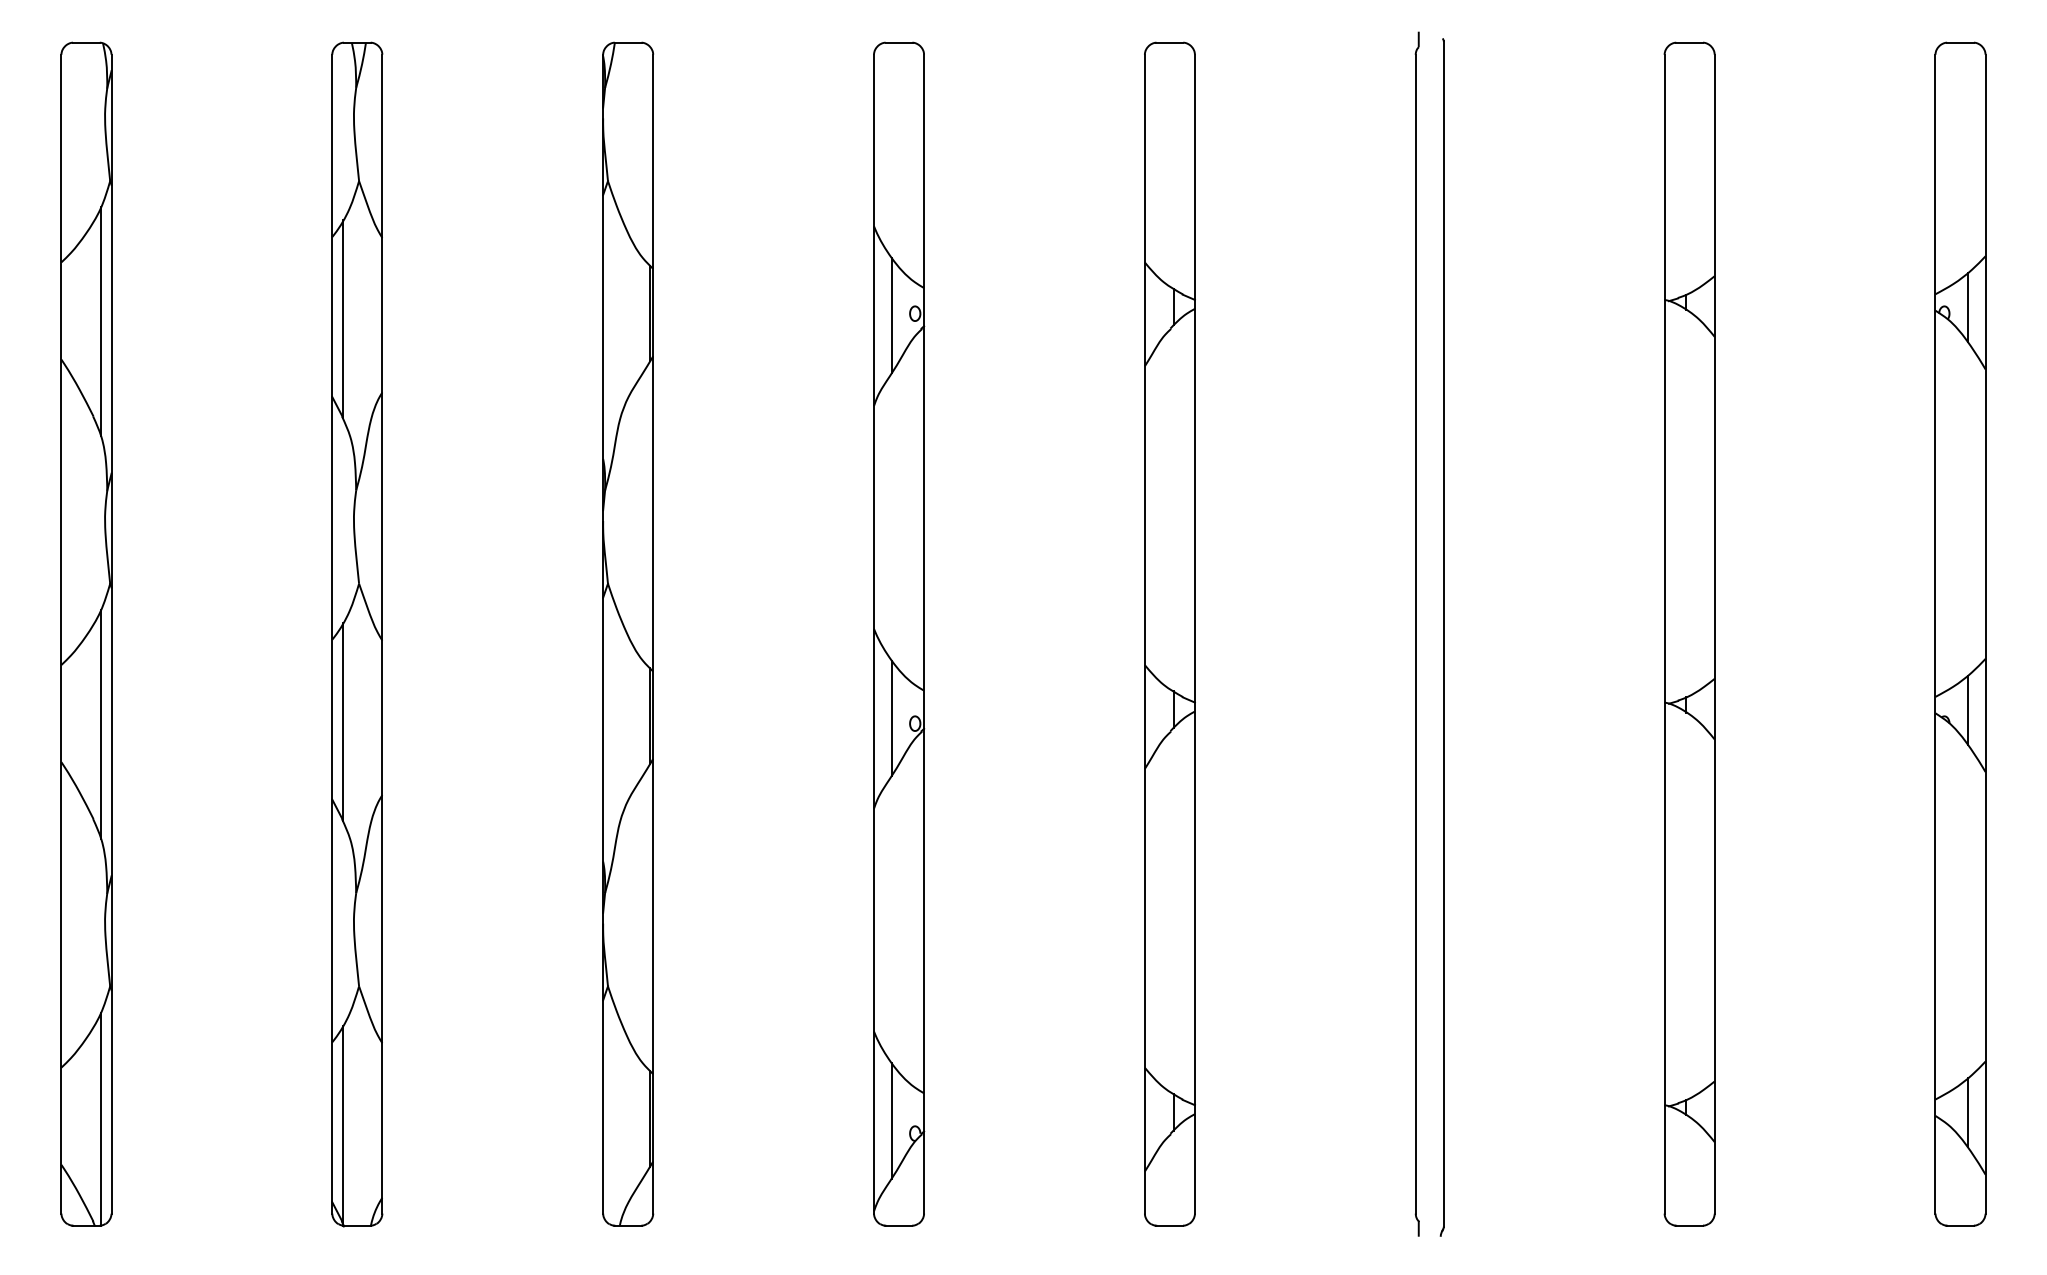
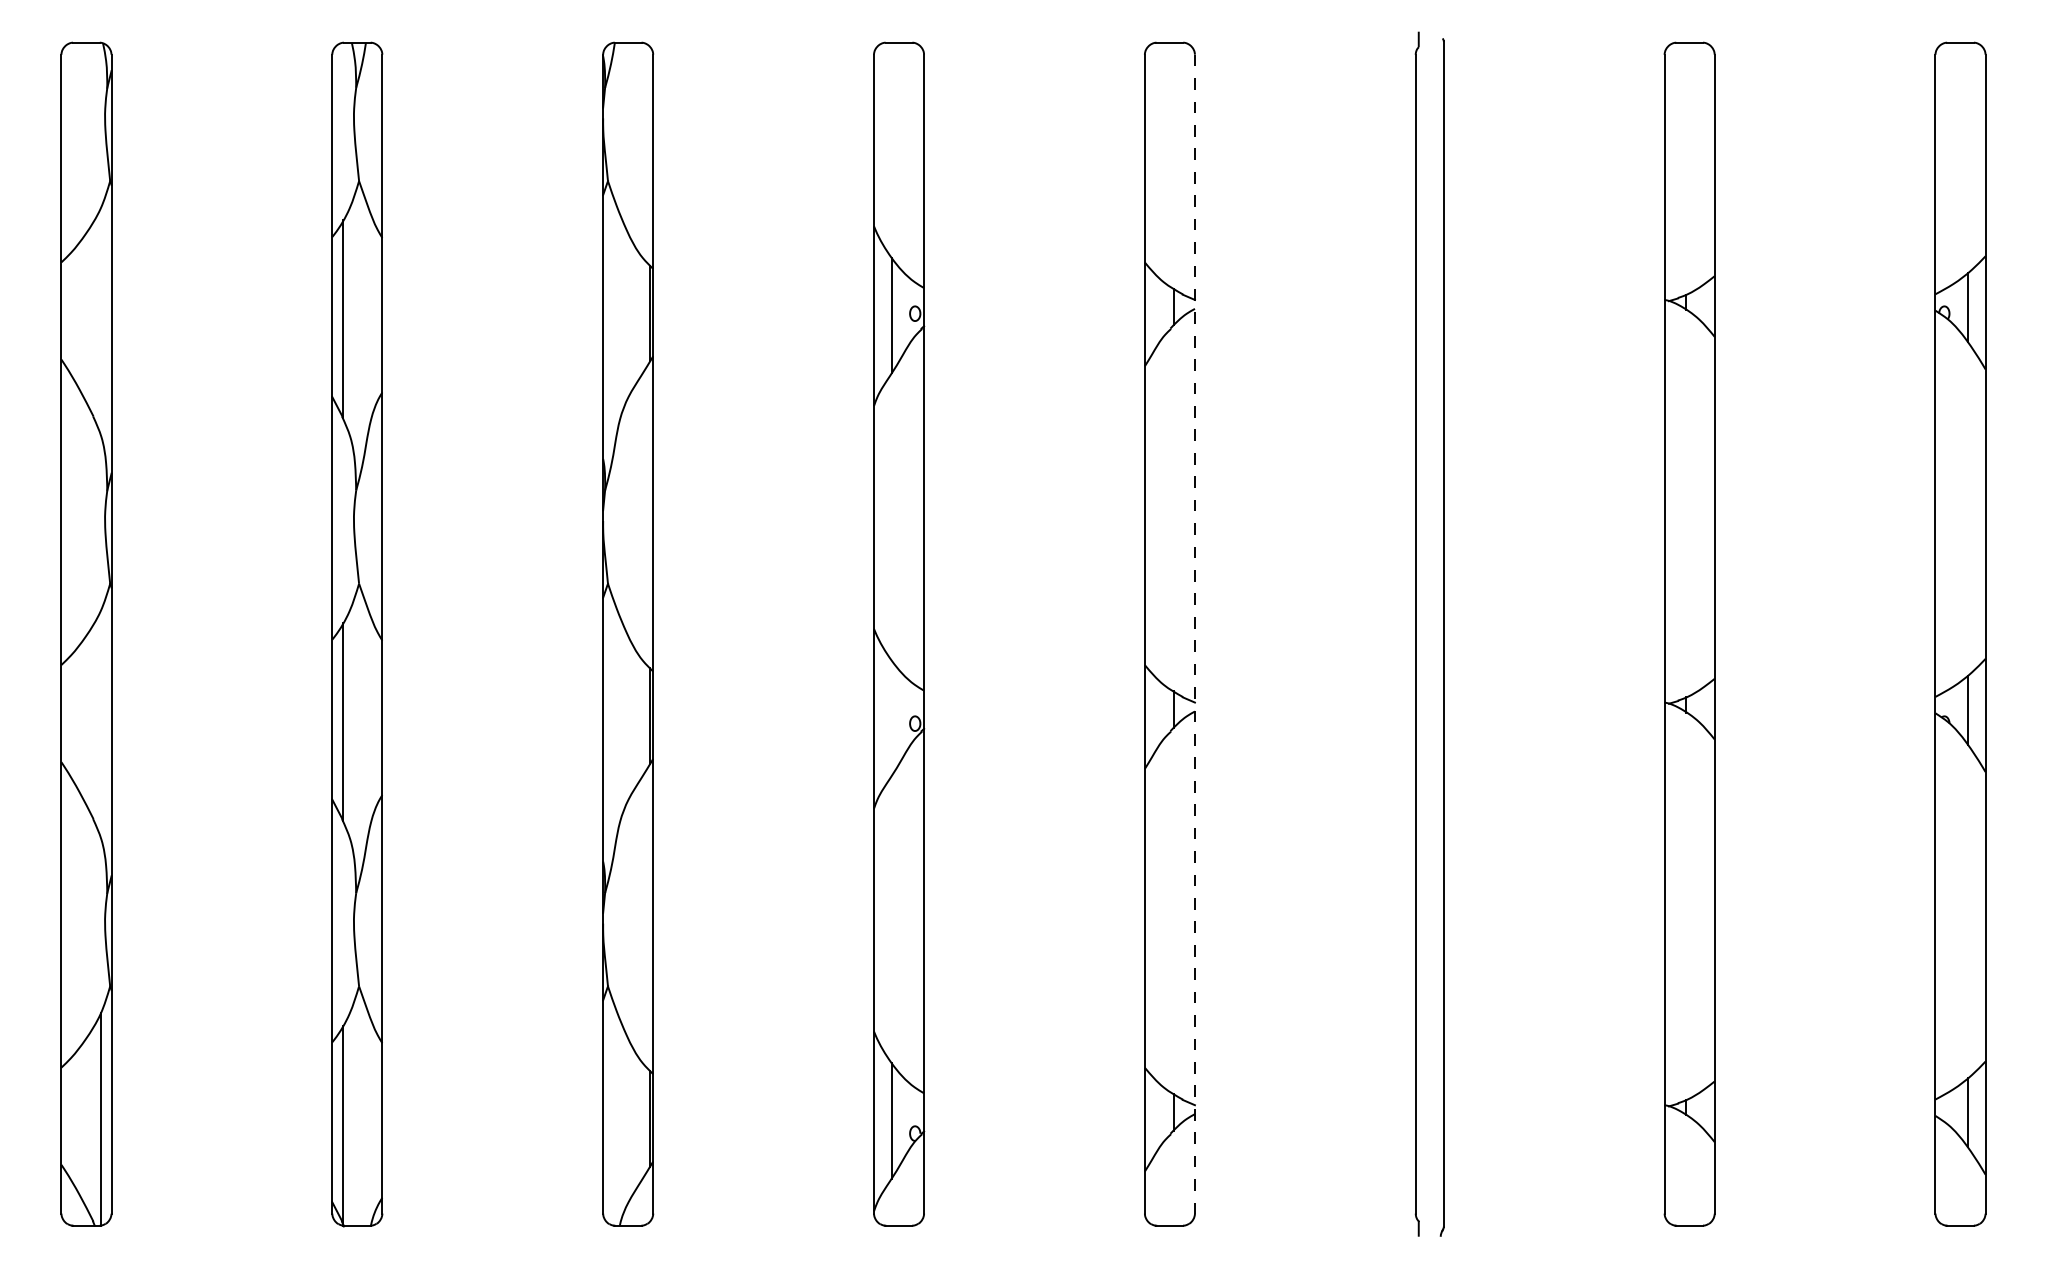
line at (101, 321): present -> none
line at (1194, 634): solid -> dashed
line at (891, 717): present -> none
line at (101, 724): present -> none
